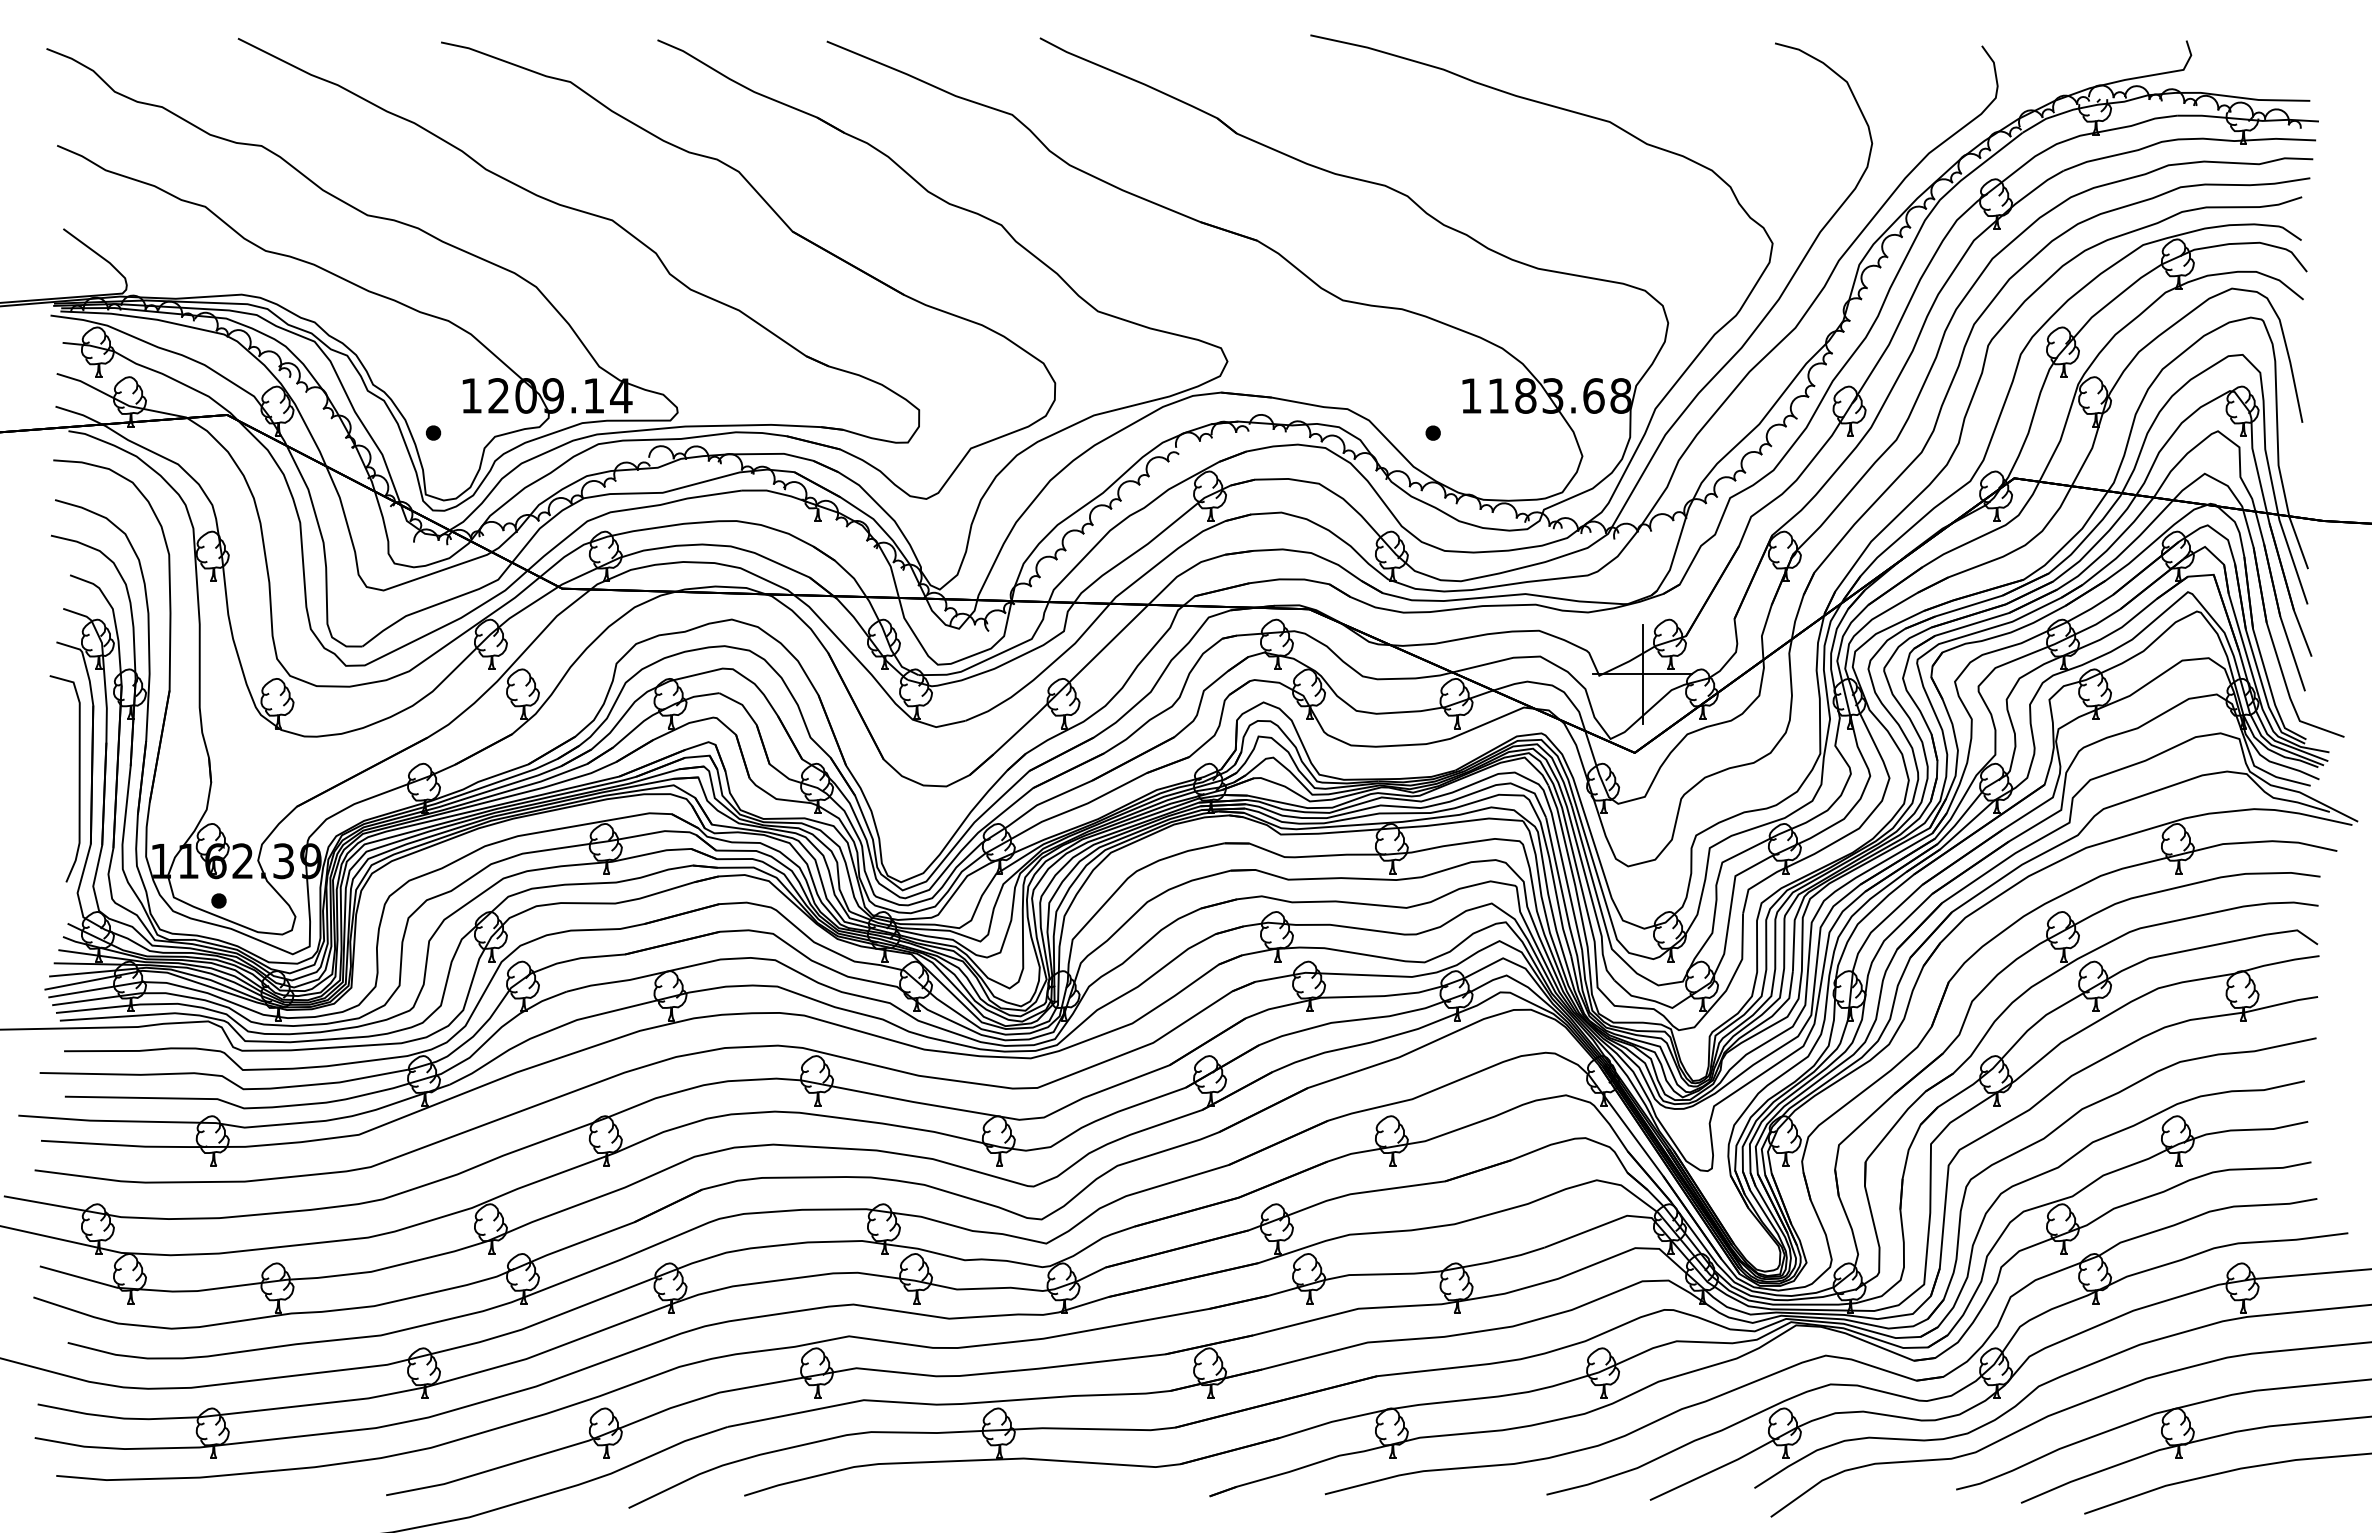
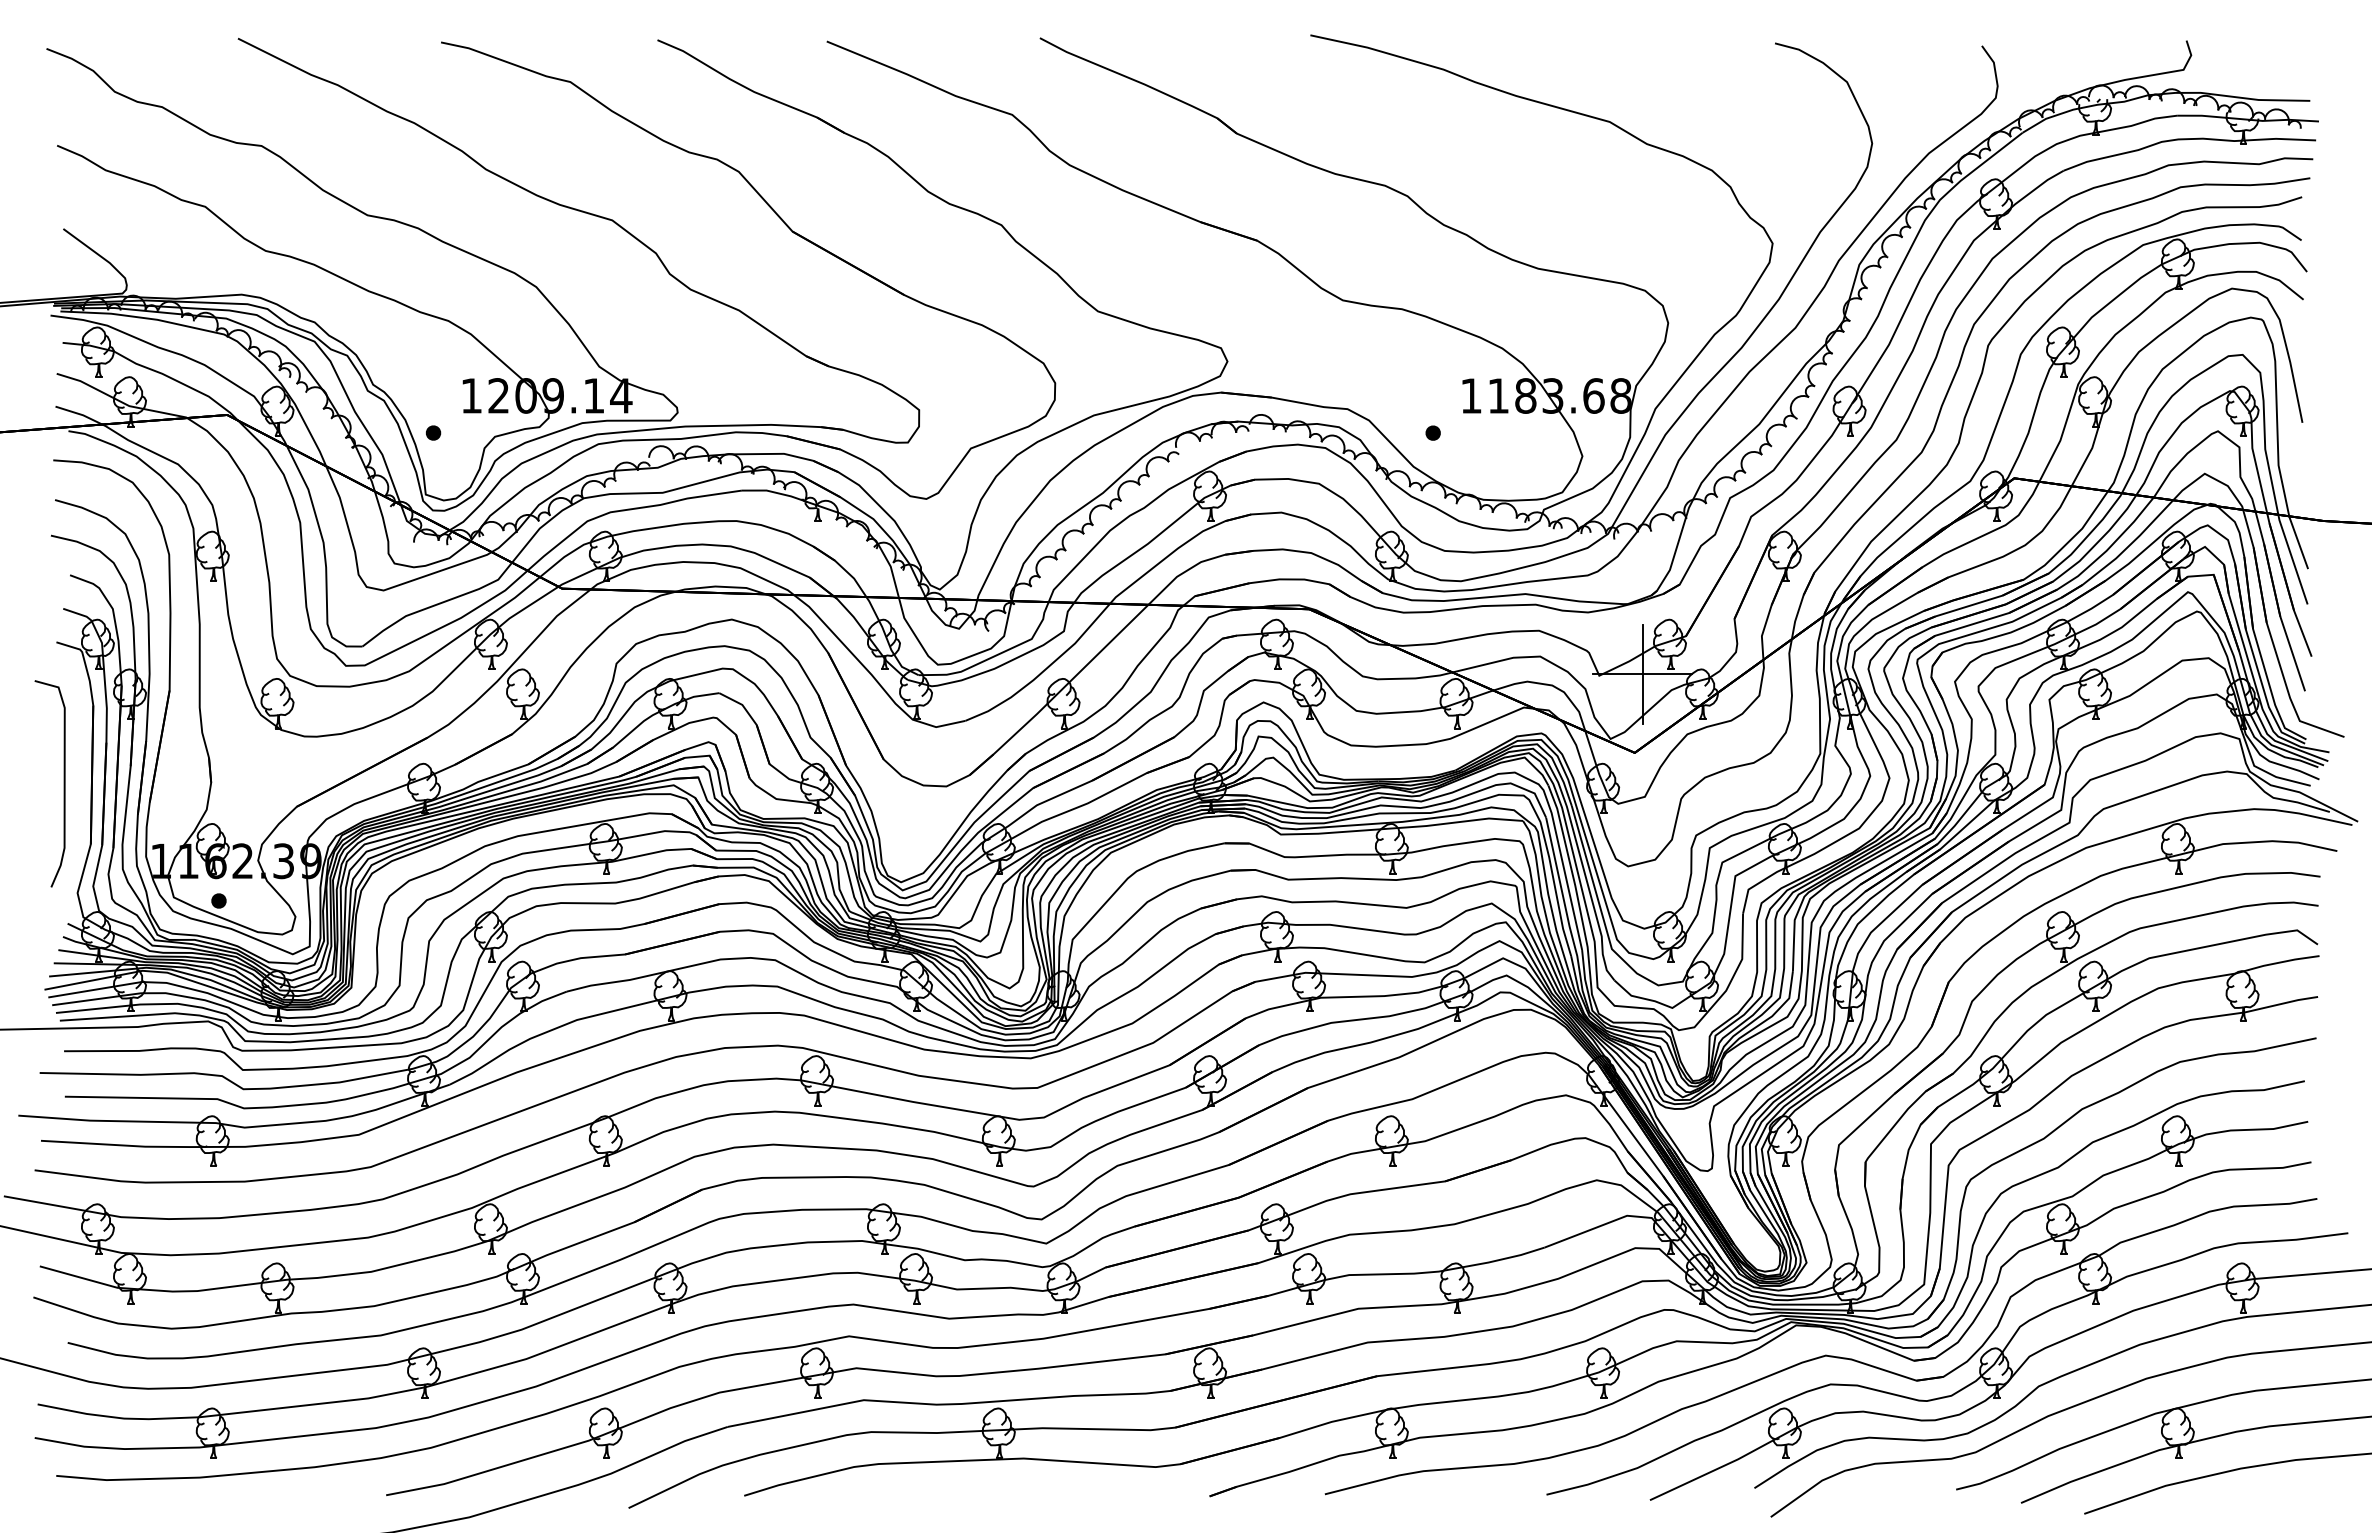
curve at (78, 778) position: (78, 778) -> (63, 783)
